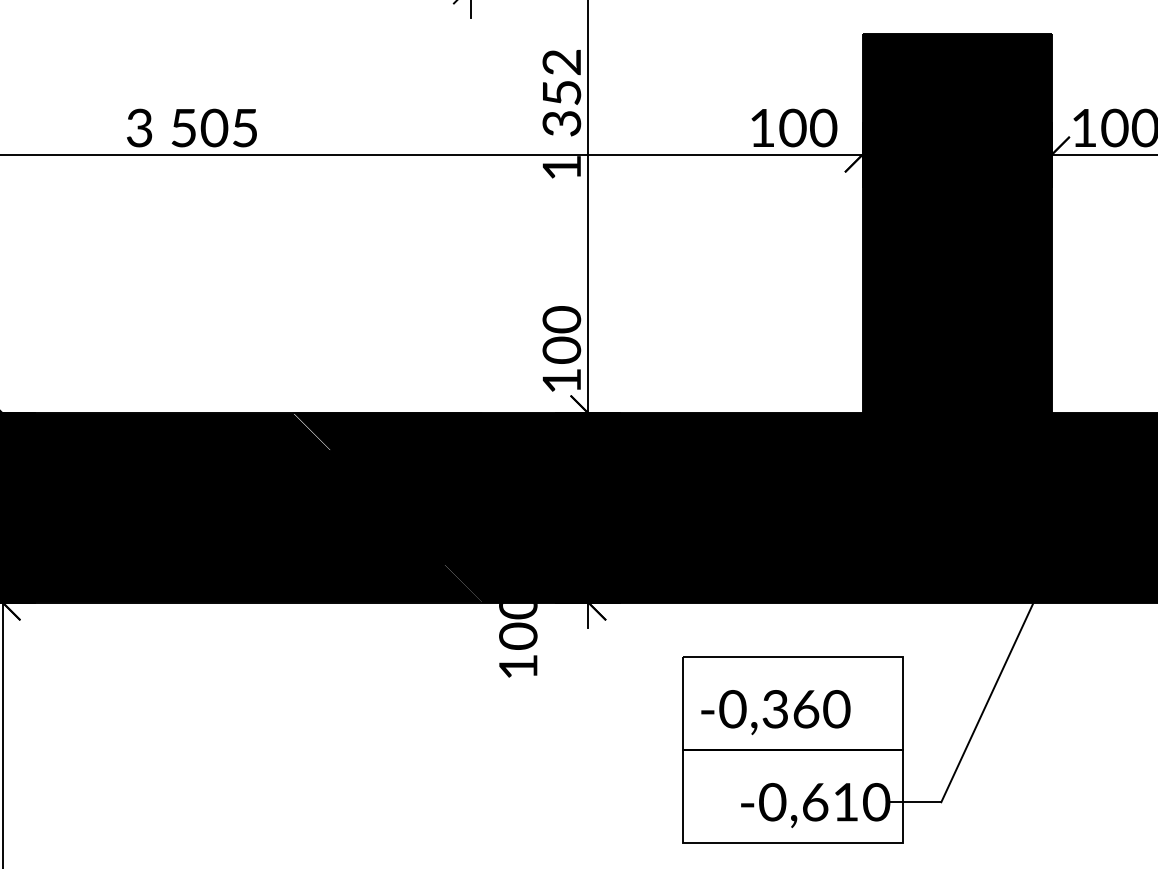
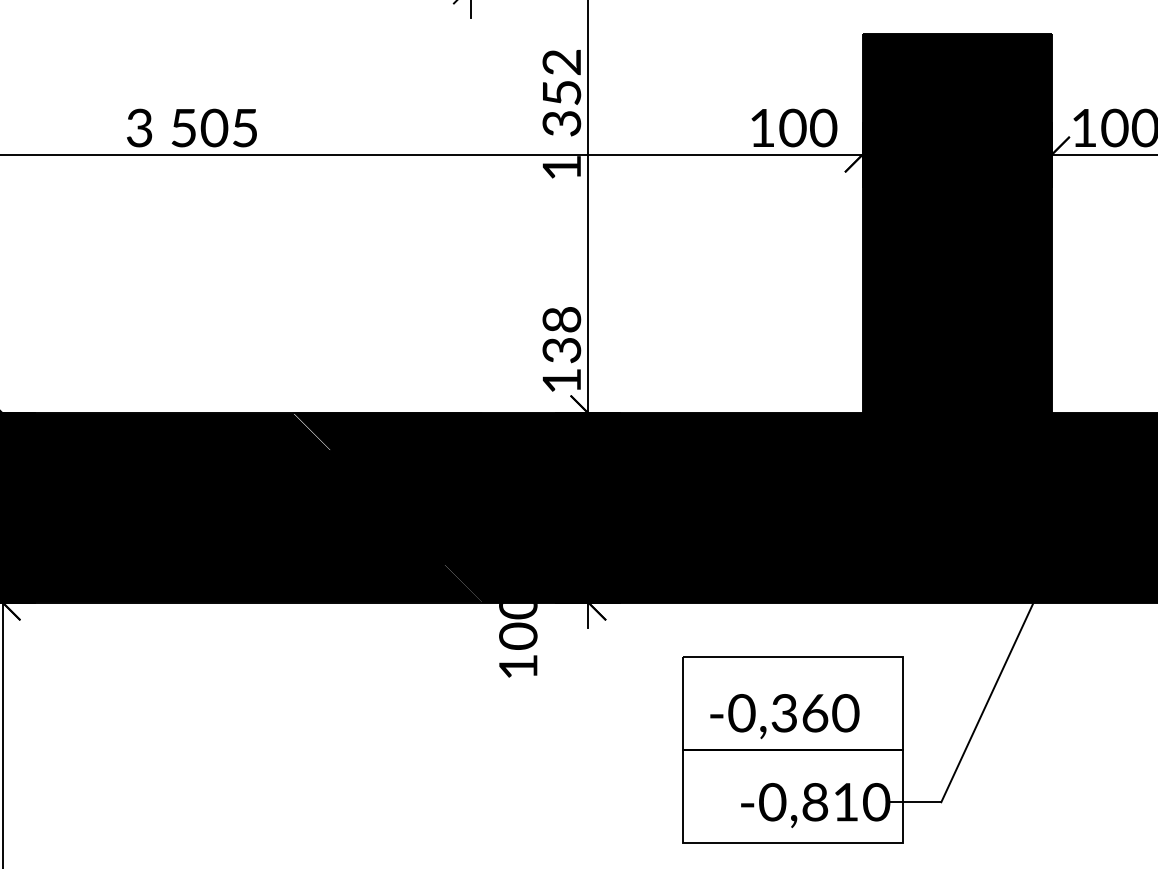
text at (561, 334): 100 -> 138
text at (775, 712) position: (775, 712) -> (784, 716)
text at (815, 801): -0,610 -> -0,810
